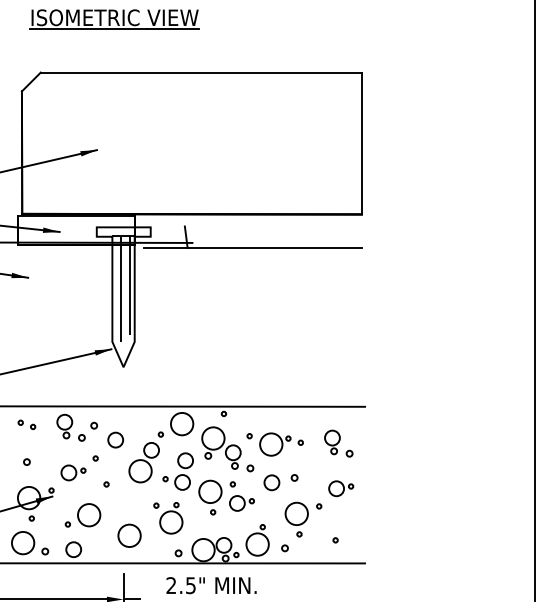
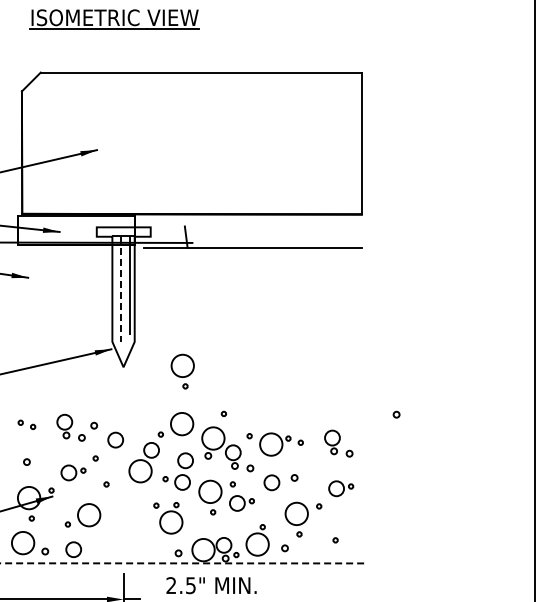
line at (121, 289): solid -> dashed
part at (182, 371): none -> present
line at (183, 406): present -> none
part at (396, 414): none -> present
part at (129, 535): present -> none
line at (183, 563): solid -> dashed
